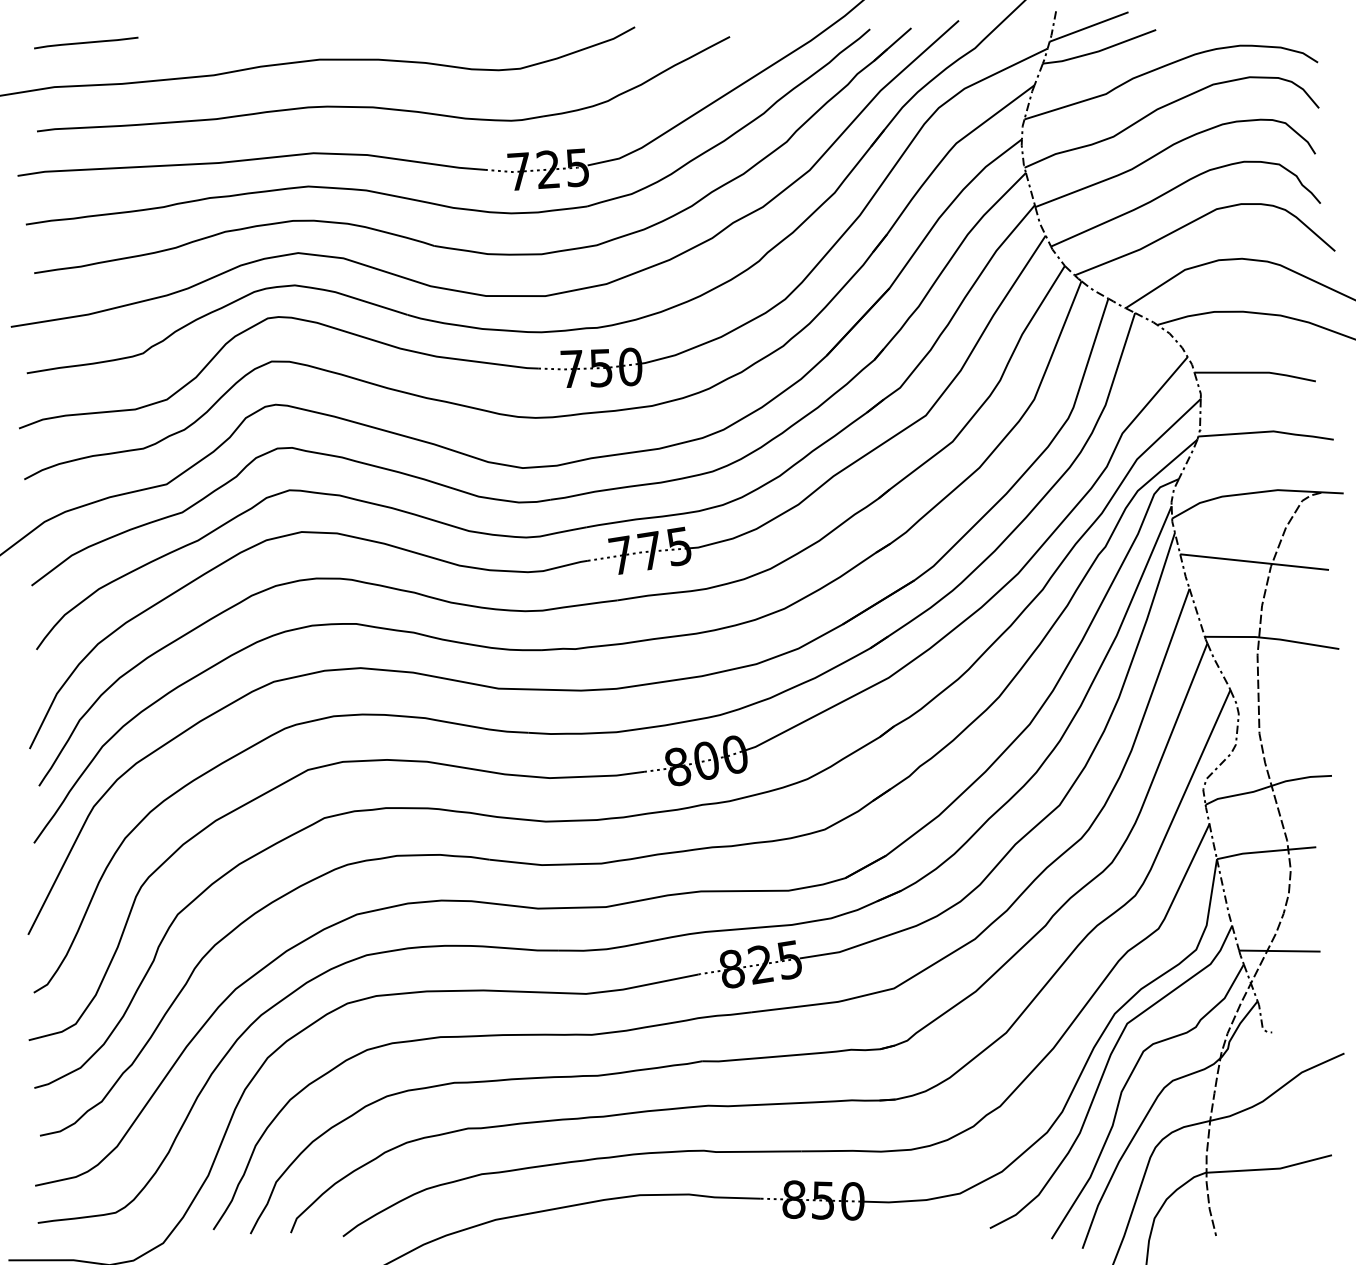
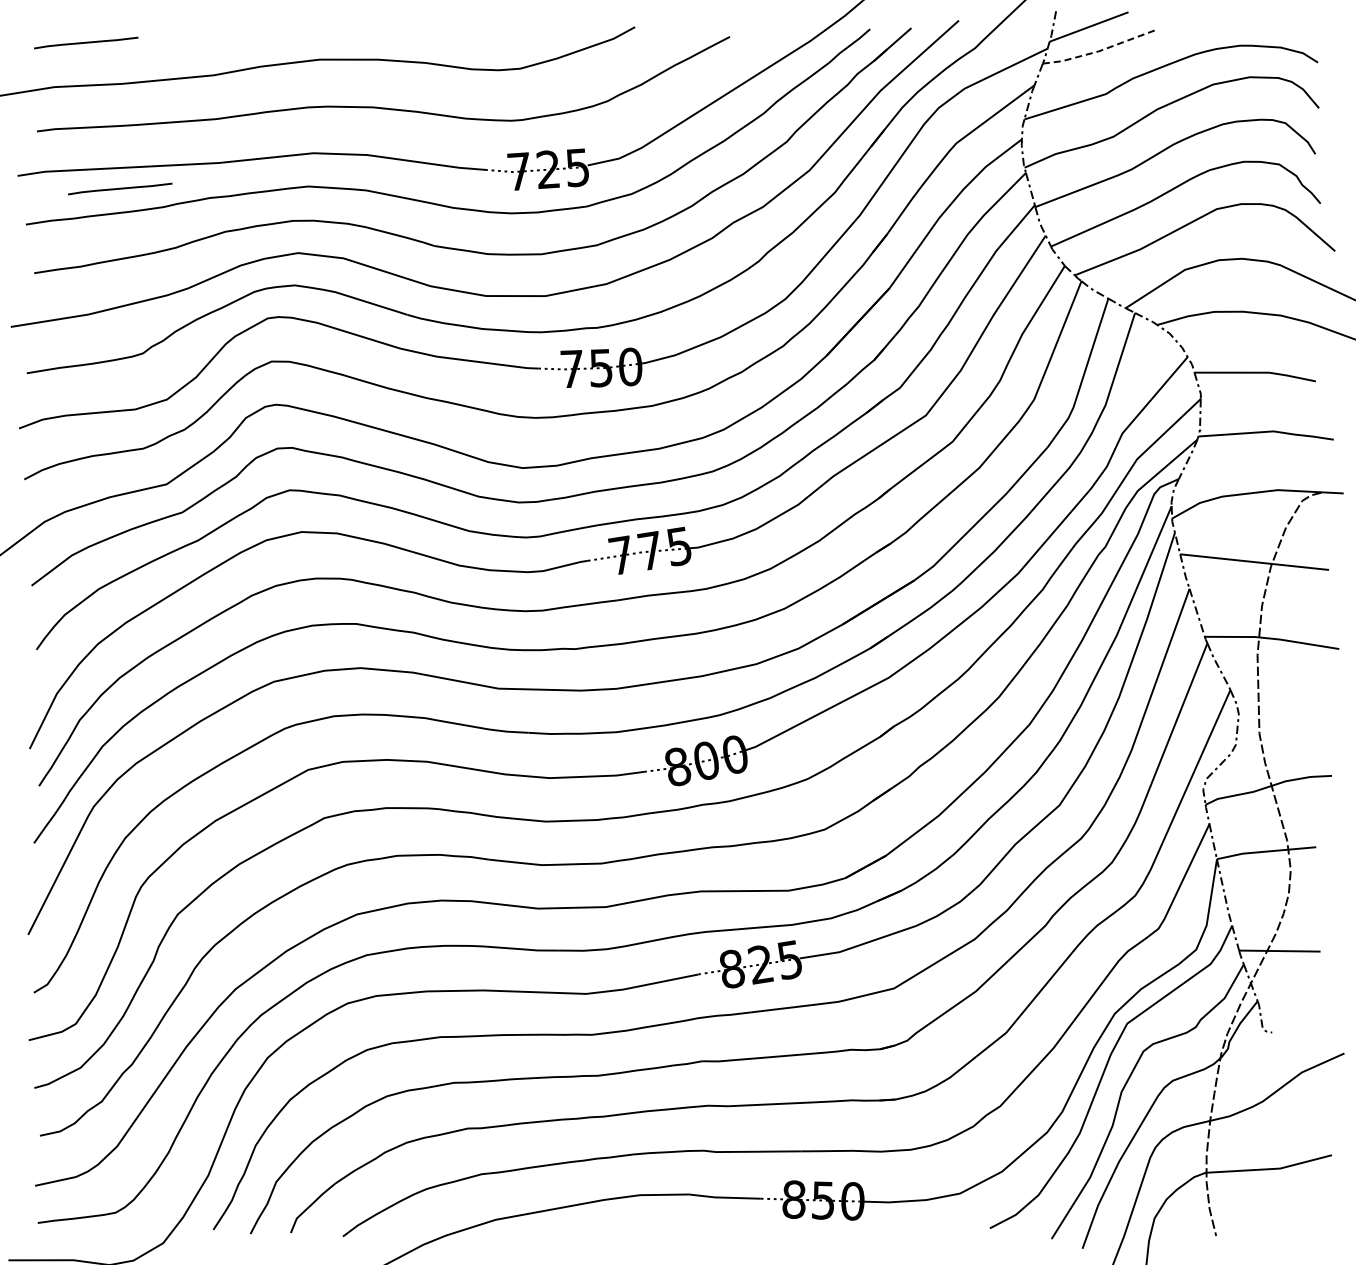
line at (1099, 51): solid -> dashed
line at (120, 188): none -> present
